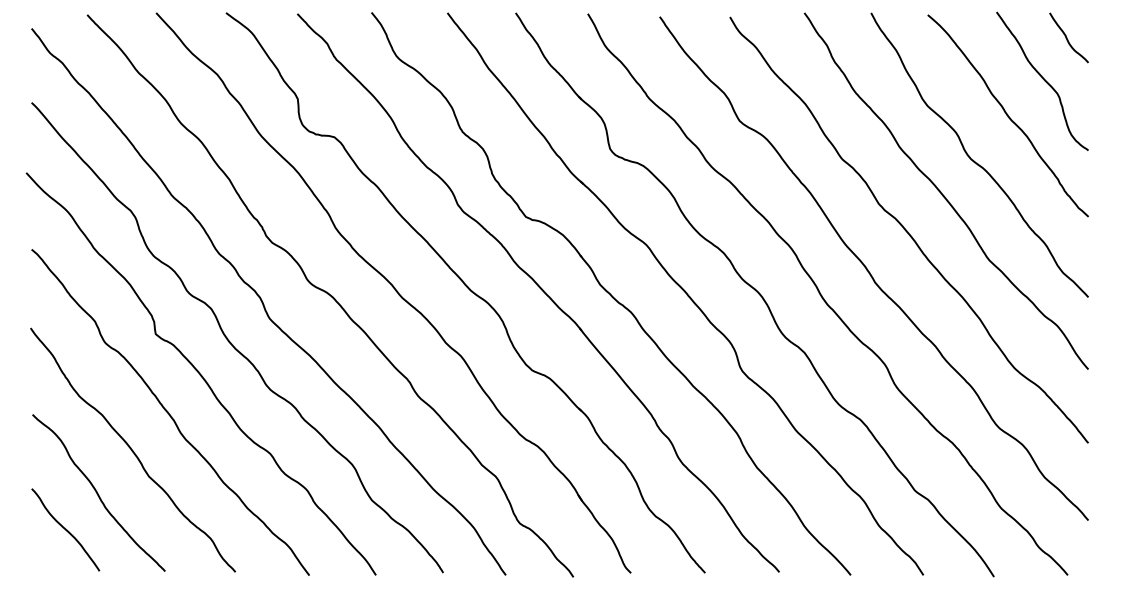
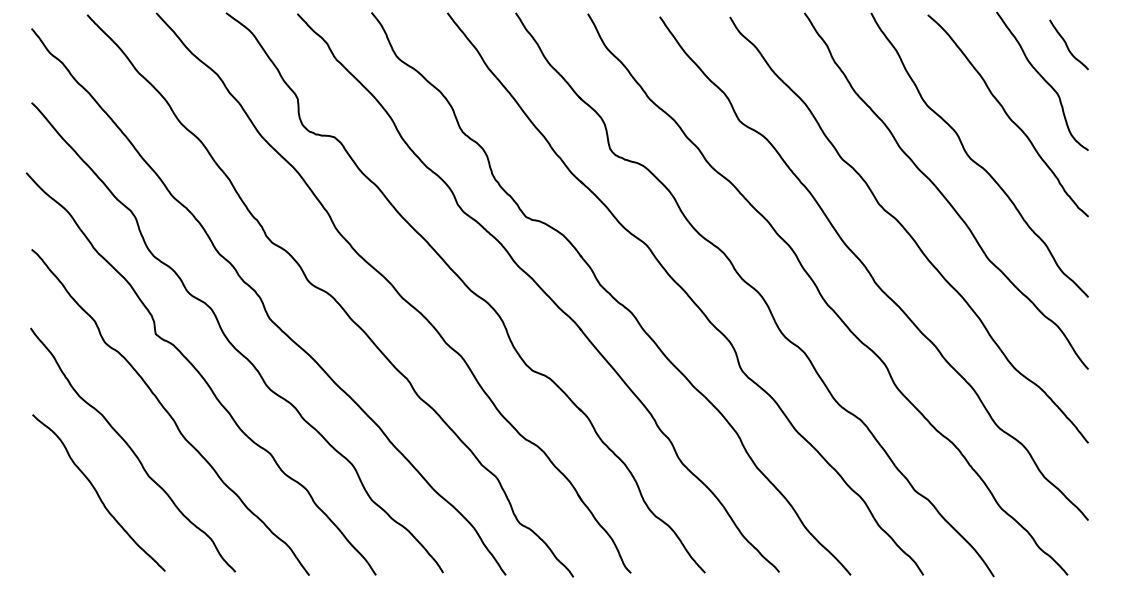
curve at (1067, 37) position: (1067, 37) -> (1067, 44)
curve at (65, 529): present -> none
